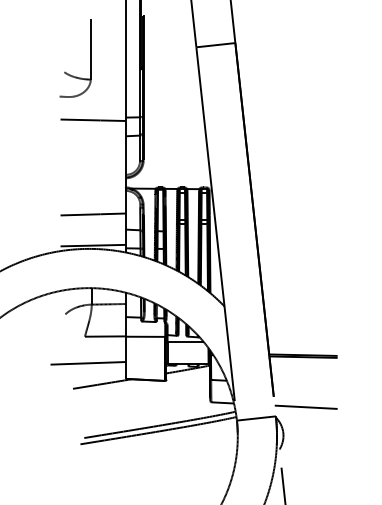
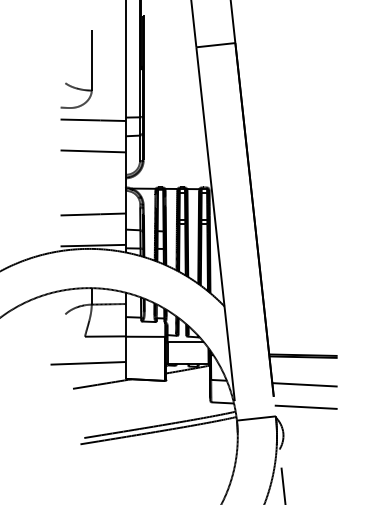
part at (90, 58) position: (90, 58) -> (91, 69)
line at (92, 151): none -> present
line at (304, 384): none -> present
